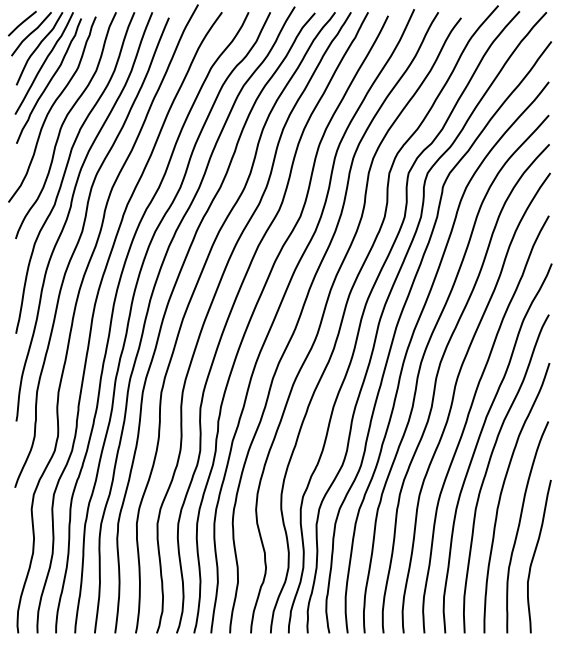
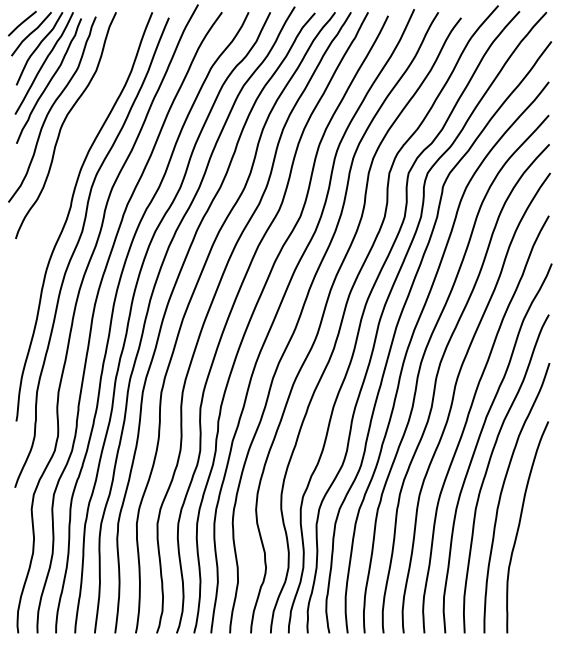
curve at (66, 171): present -> none
curve at (535, 553): present -> none
